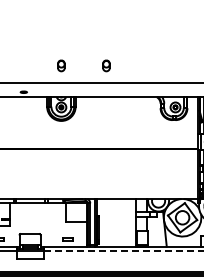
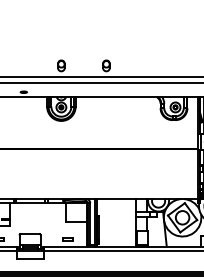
line at (101, 76): none -> present
line at (123, 251): dashed -> solid
